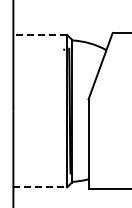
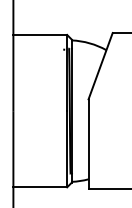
line at (40, 34): dashed -> solid
line at (40, 187): dashed -> solid
